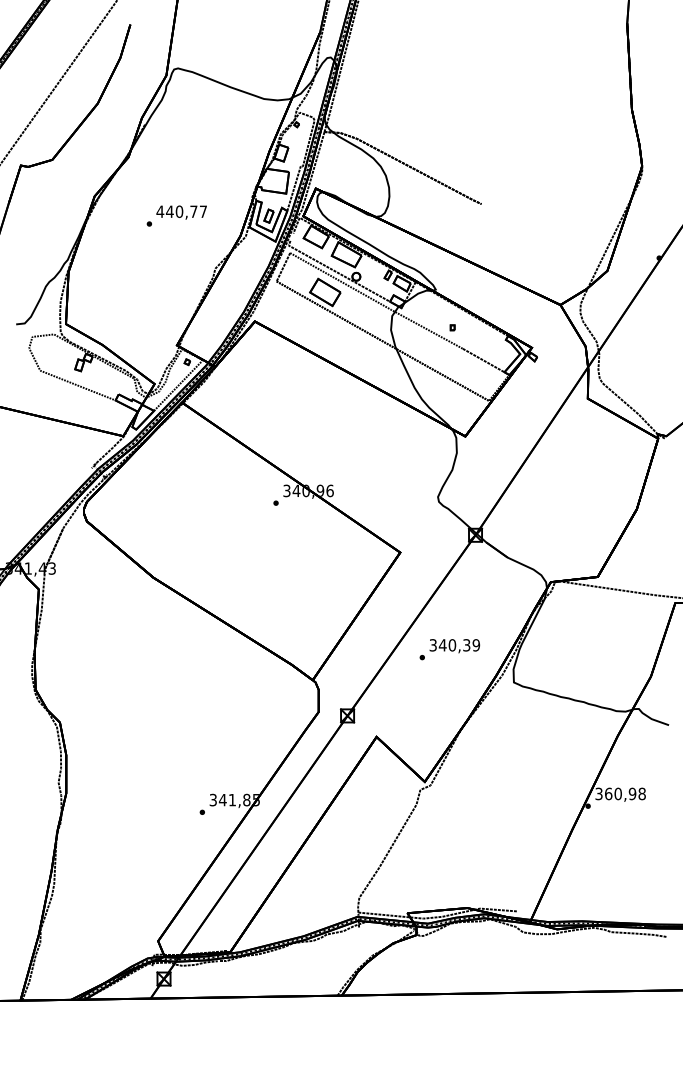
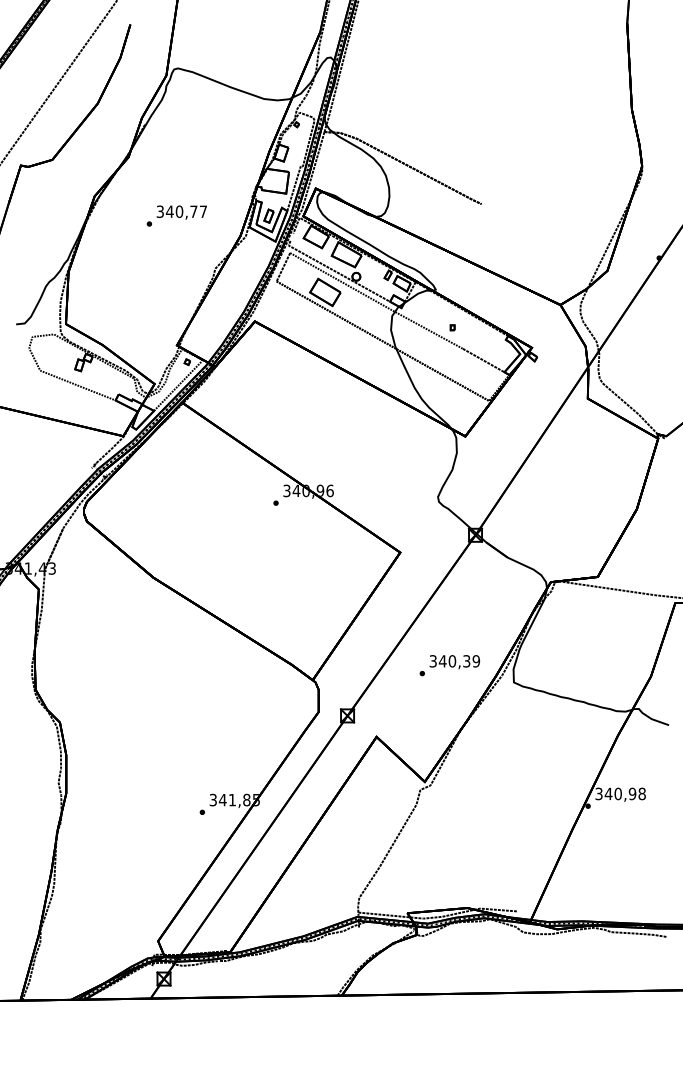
text at (160, 211): 440,77 -> 340,77
text at (449, 649) position: (449, 649) -> (449, 665)
text at (608, 793): 360,98 -> 340,98
